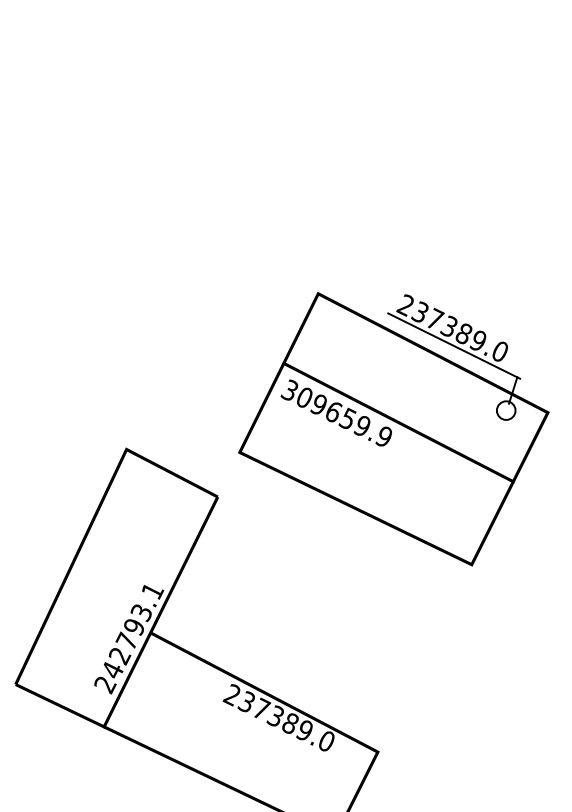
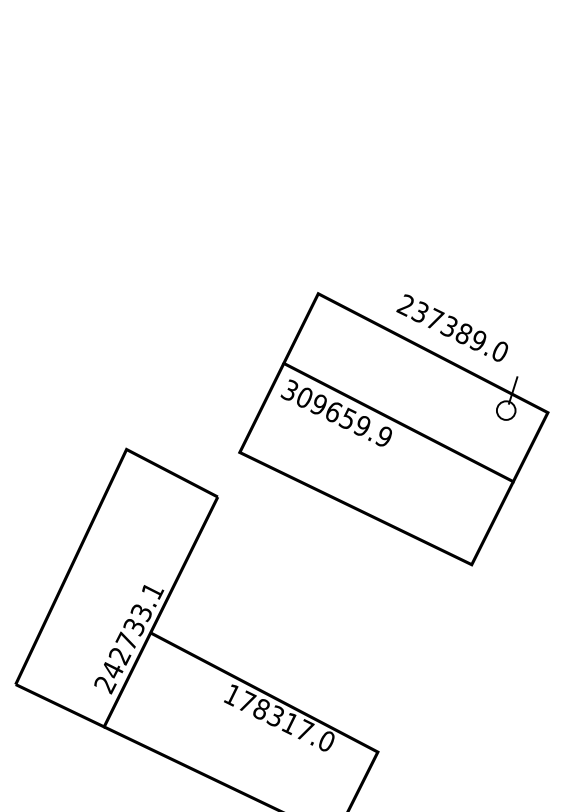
line at (454, 345): present -> none
text at (133, 627): 242793.1 -> 242733.1
text at (268, 712): 237389.0 -> 178317.0
